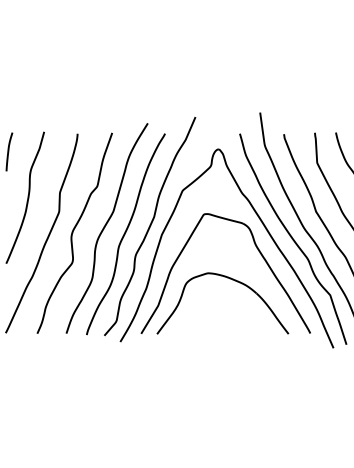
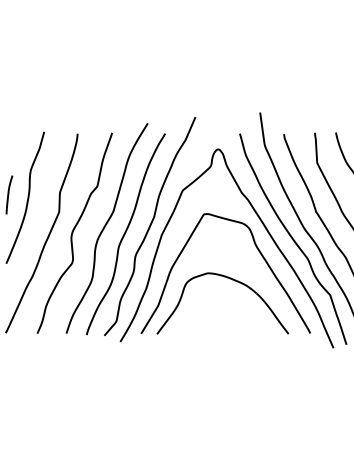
curve at (9, 151) position: (9, 151) -> (9, 194)
